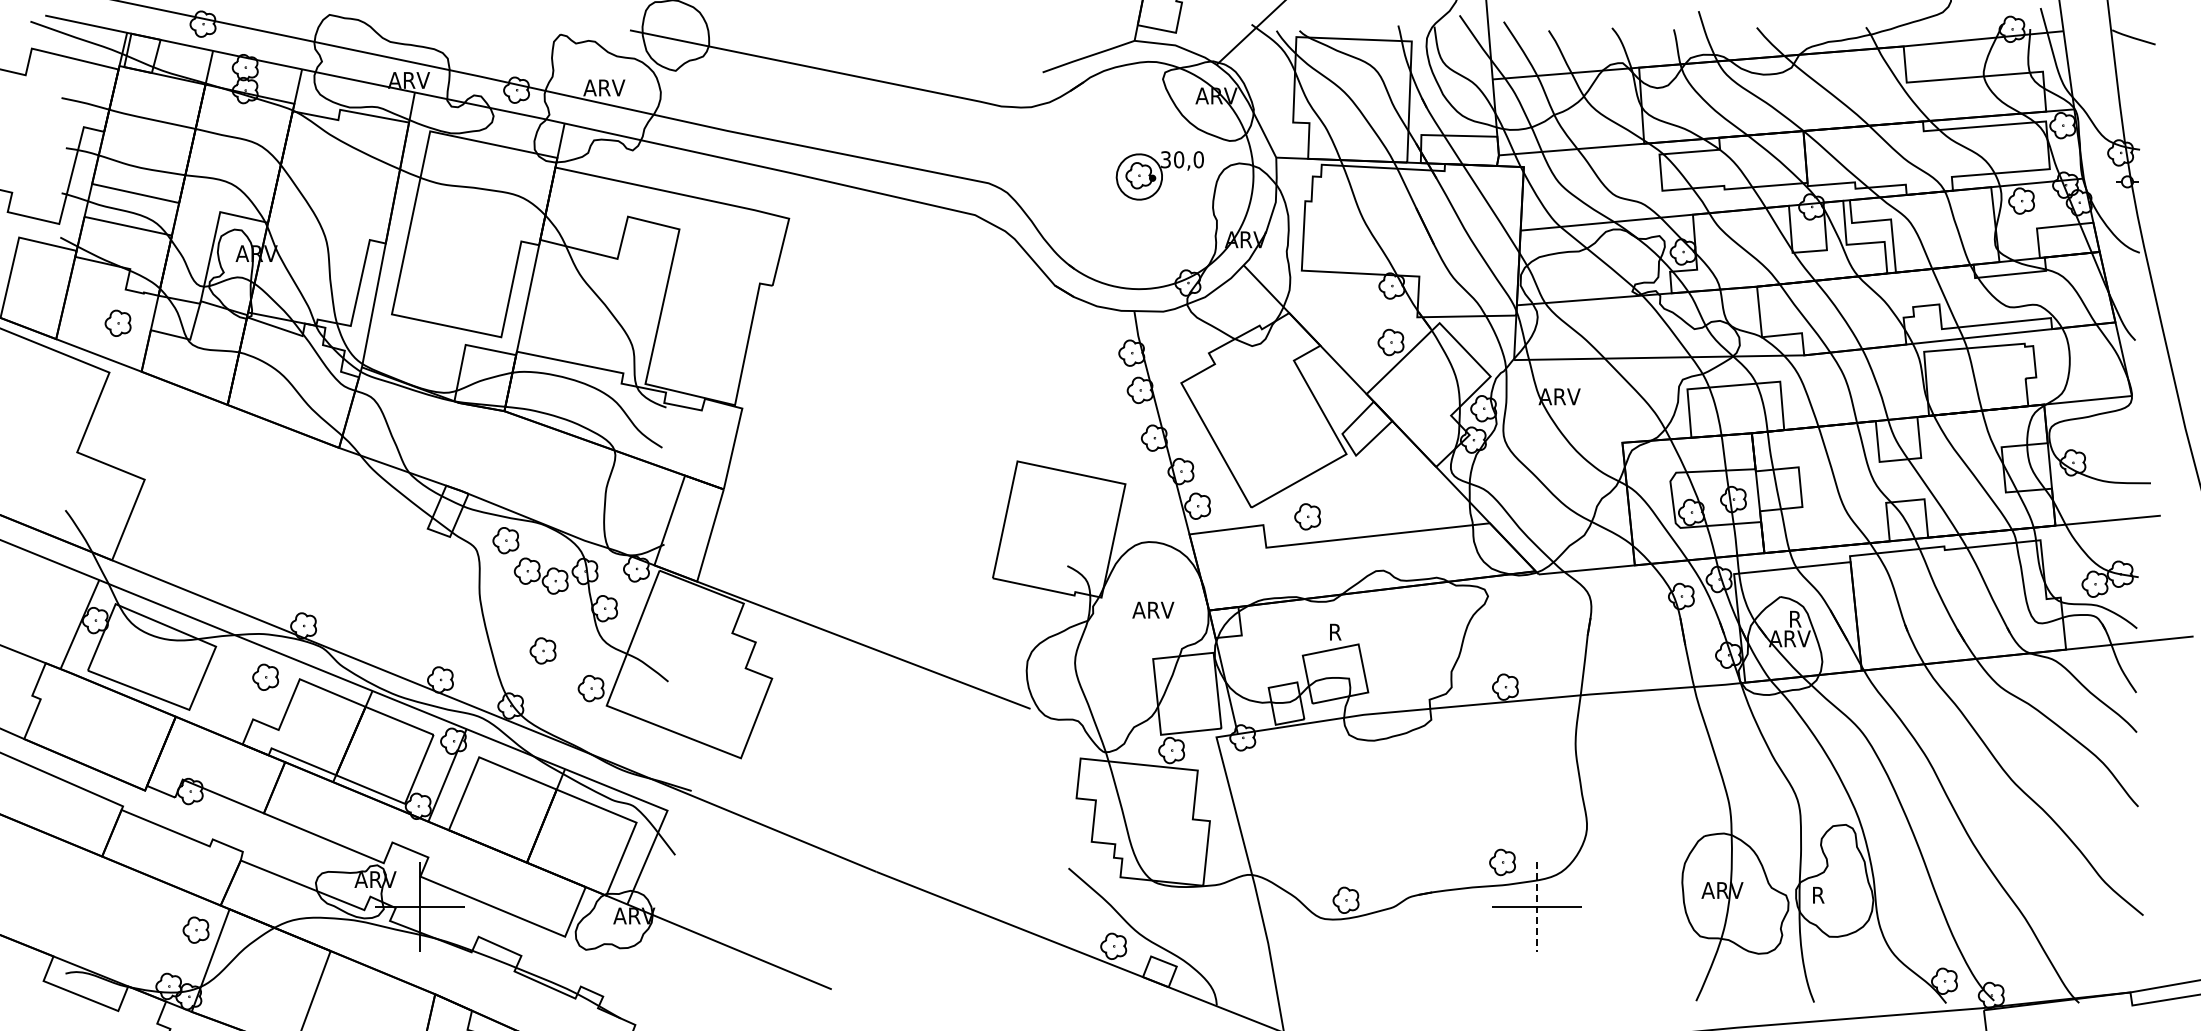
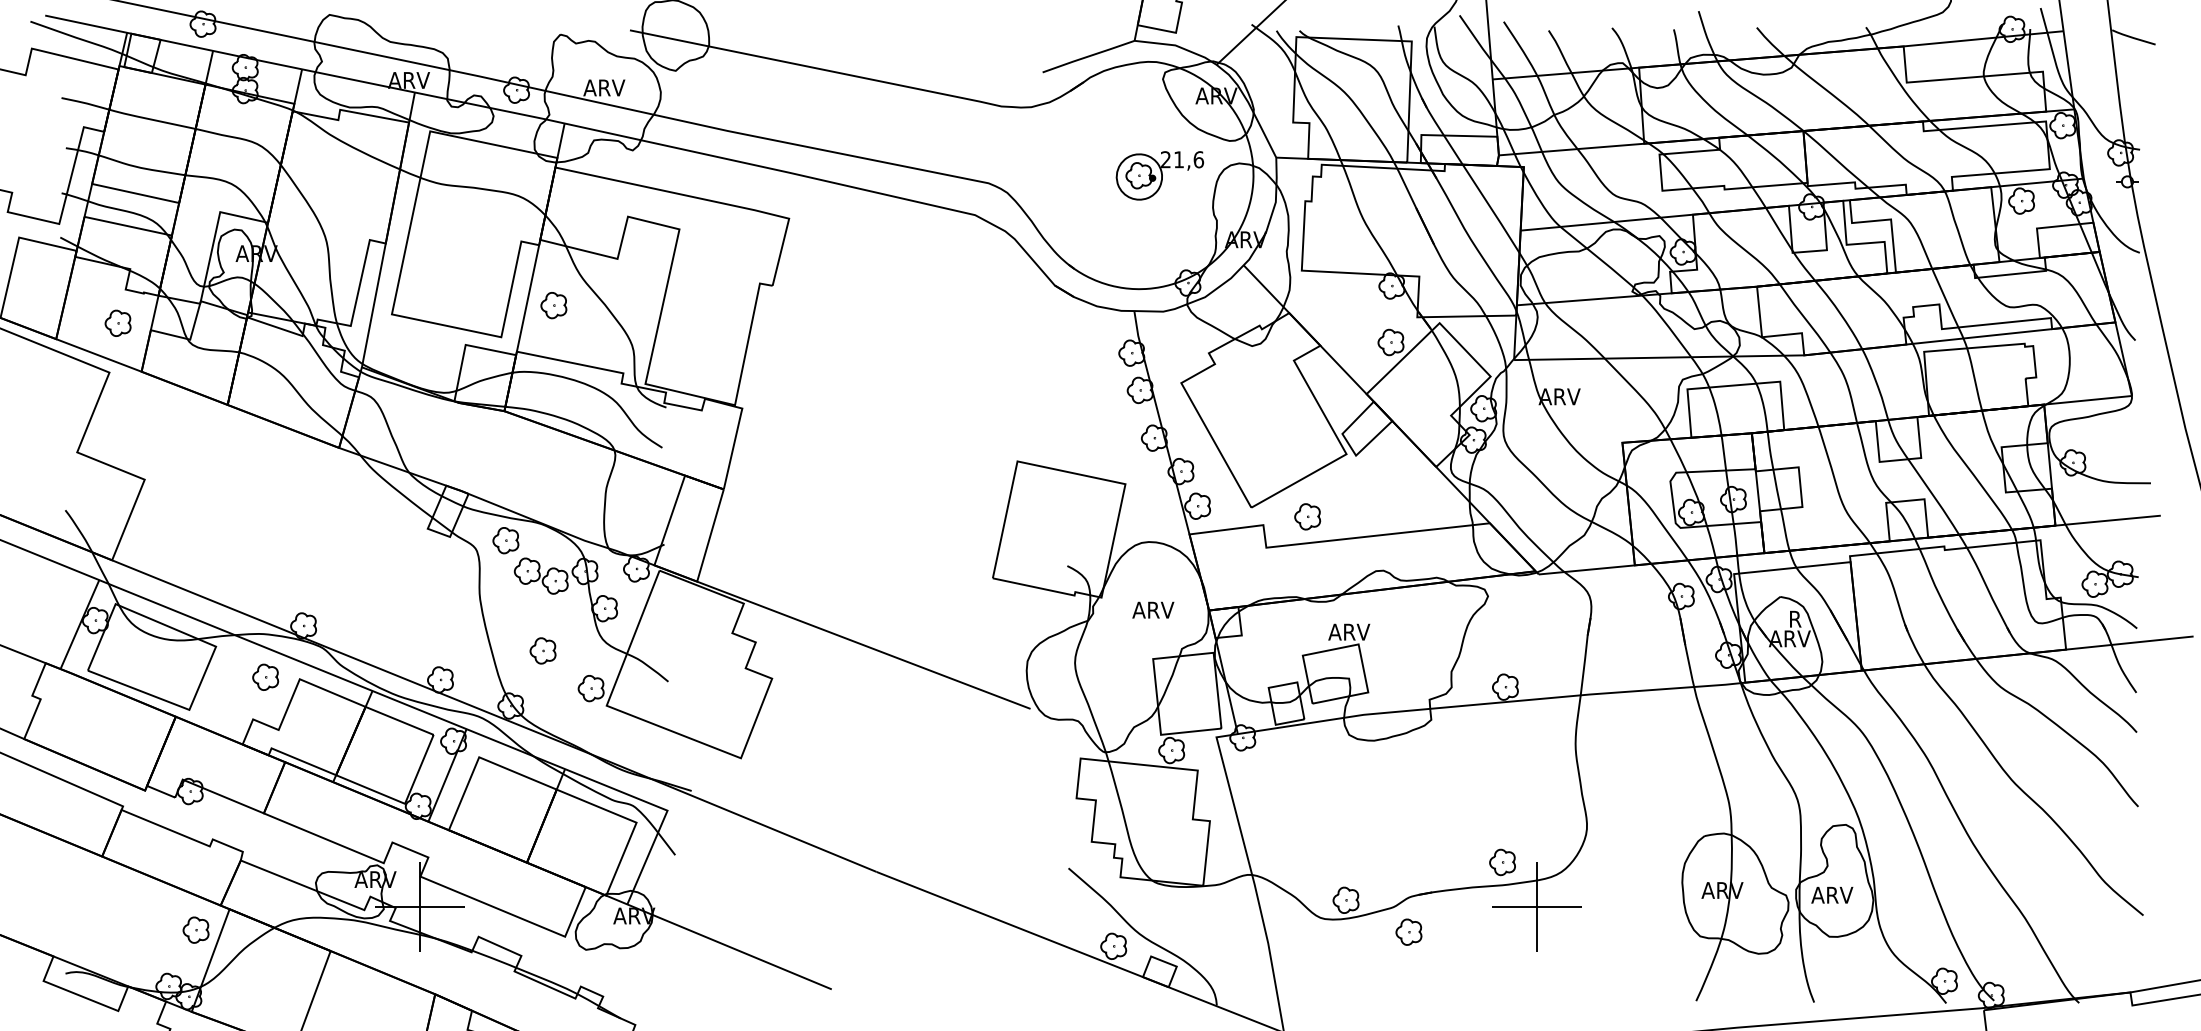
text at (1182, 159): 30,0 -> 21,6
part at (553, 305): none -> present
text at (1349, 631): R -> ARV
text at (1832, 894): R -> ARV
line at (1537, 906): dashed -> solid
part at (1408, 931): none -> present
